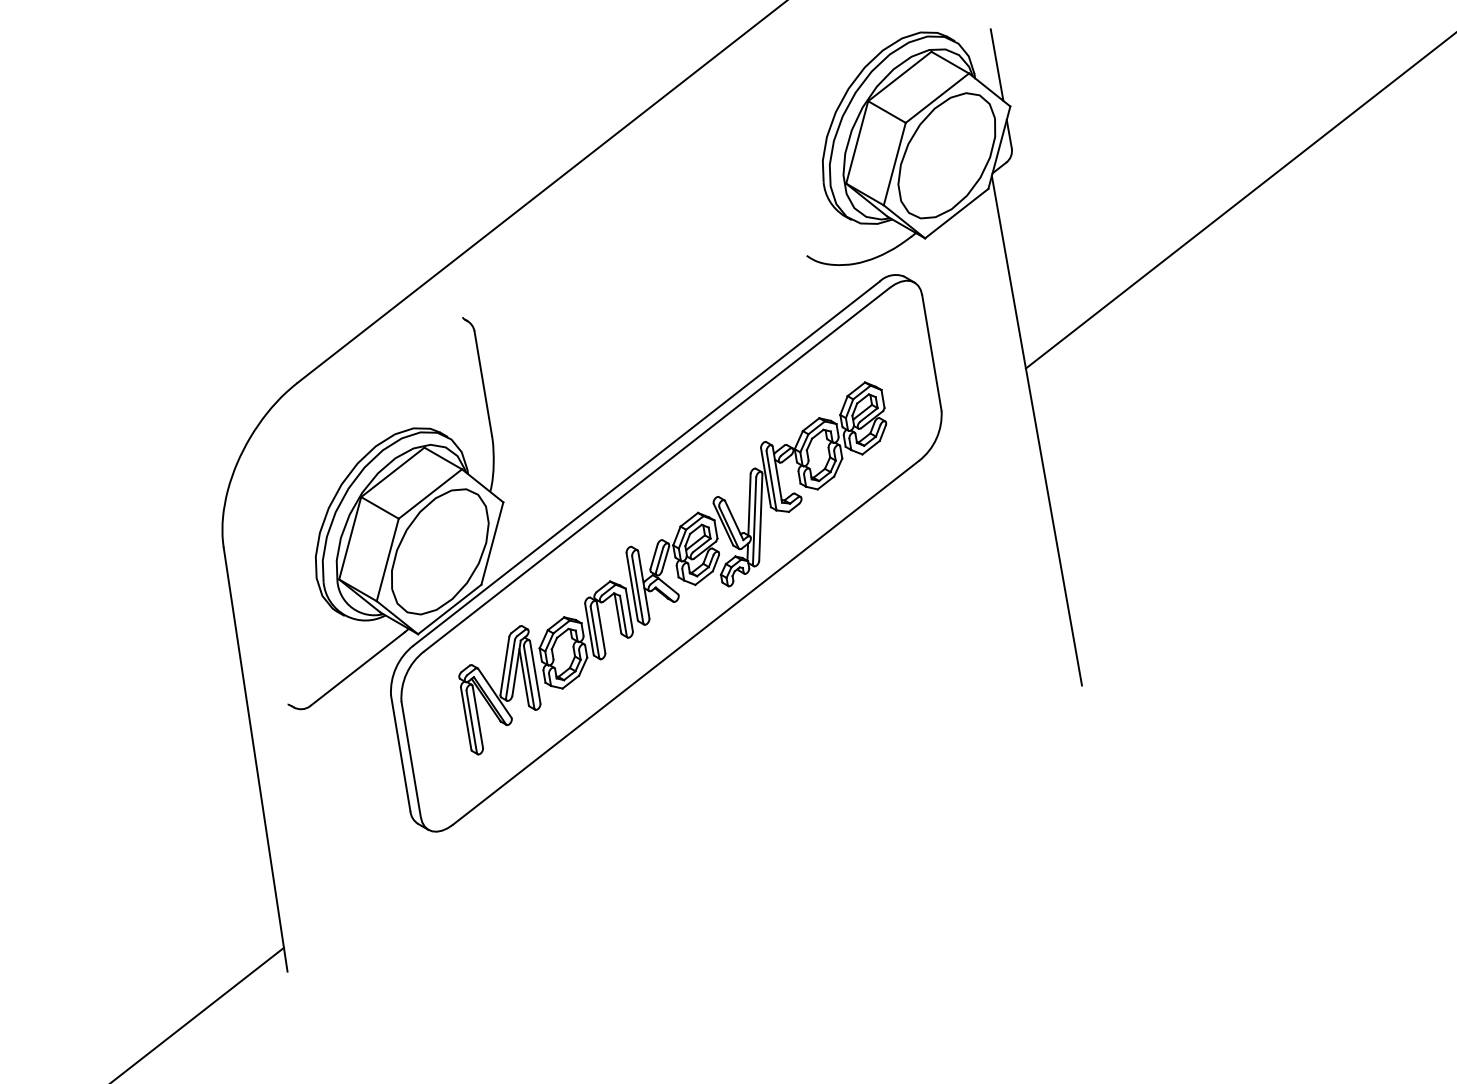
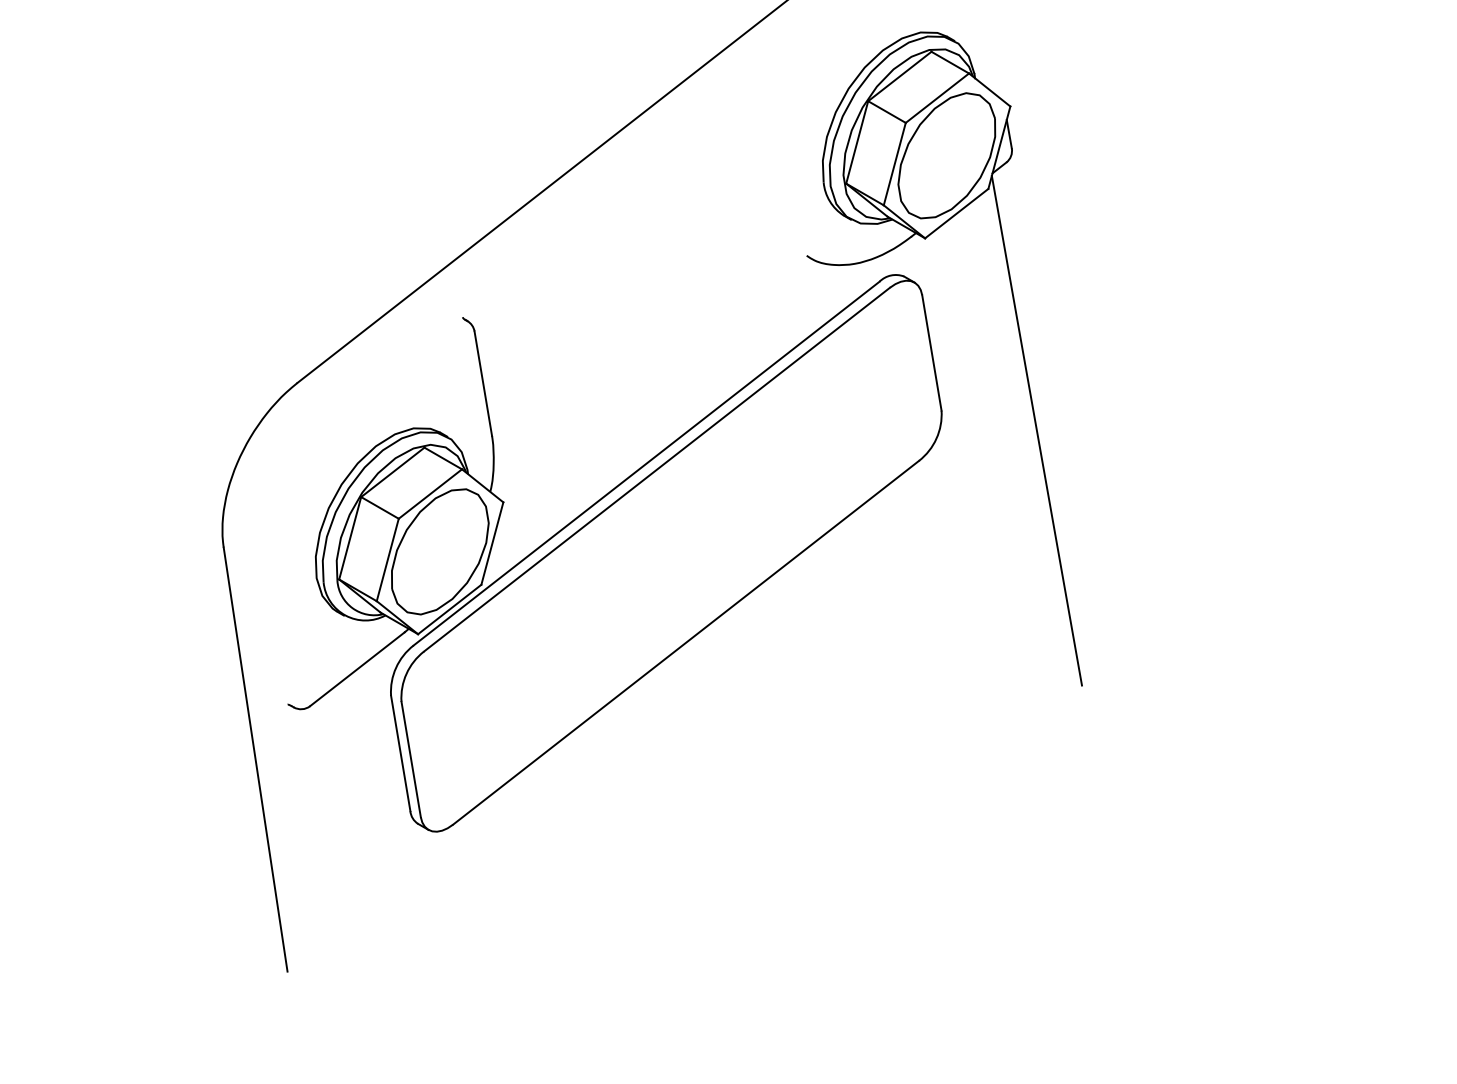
line at (996, 64): present -> none
line at (1239, 201): present -> none
part at (672, 568): present -> none
line at (198, 1013): present -> none
